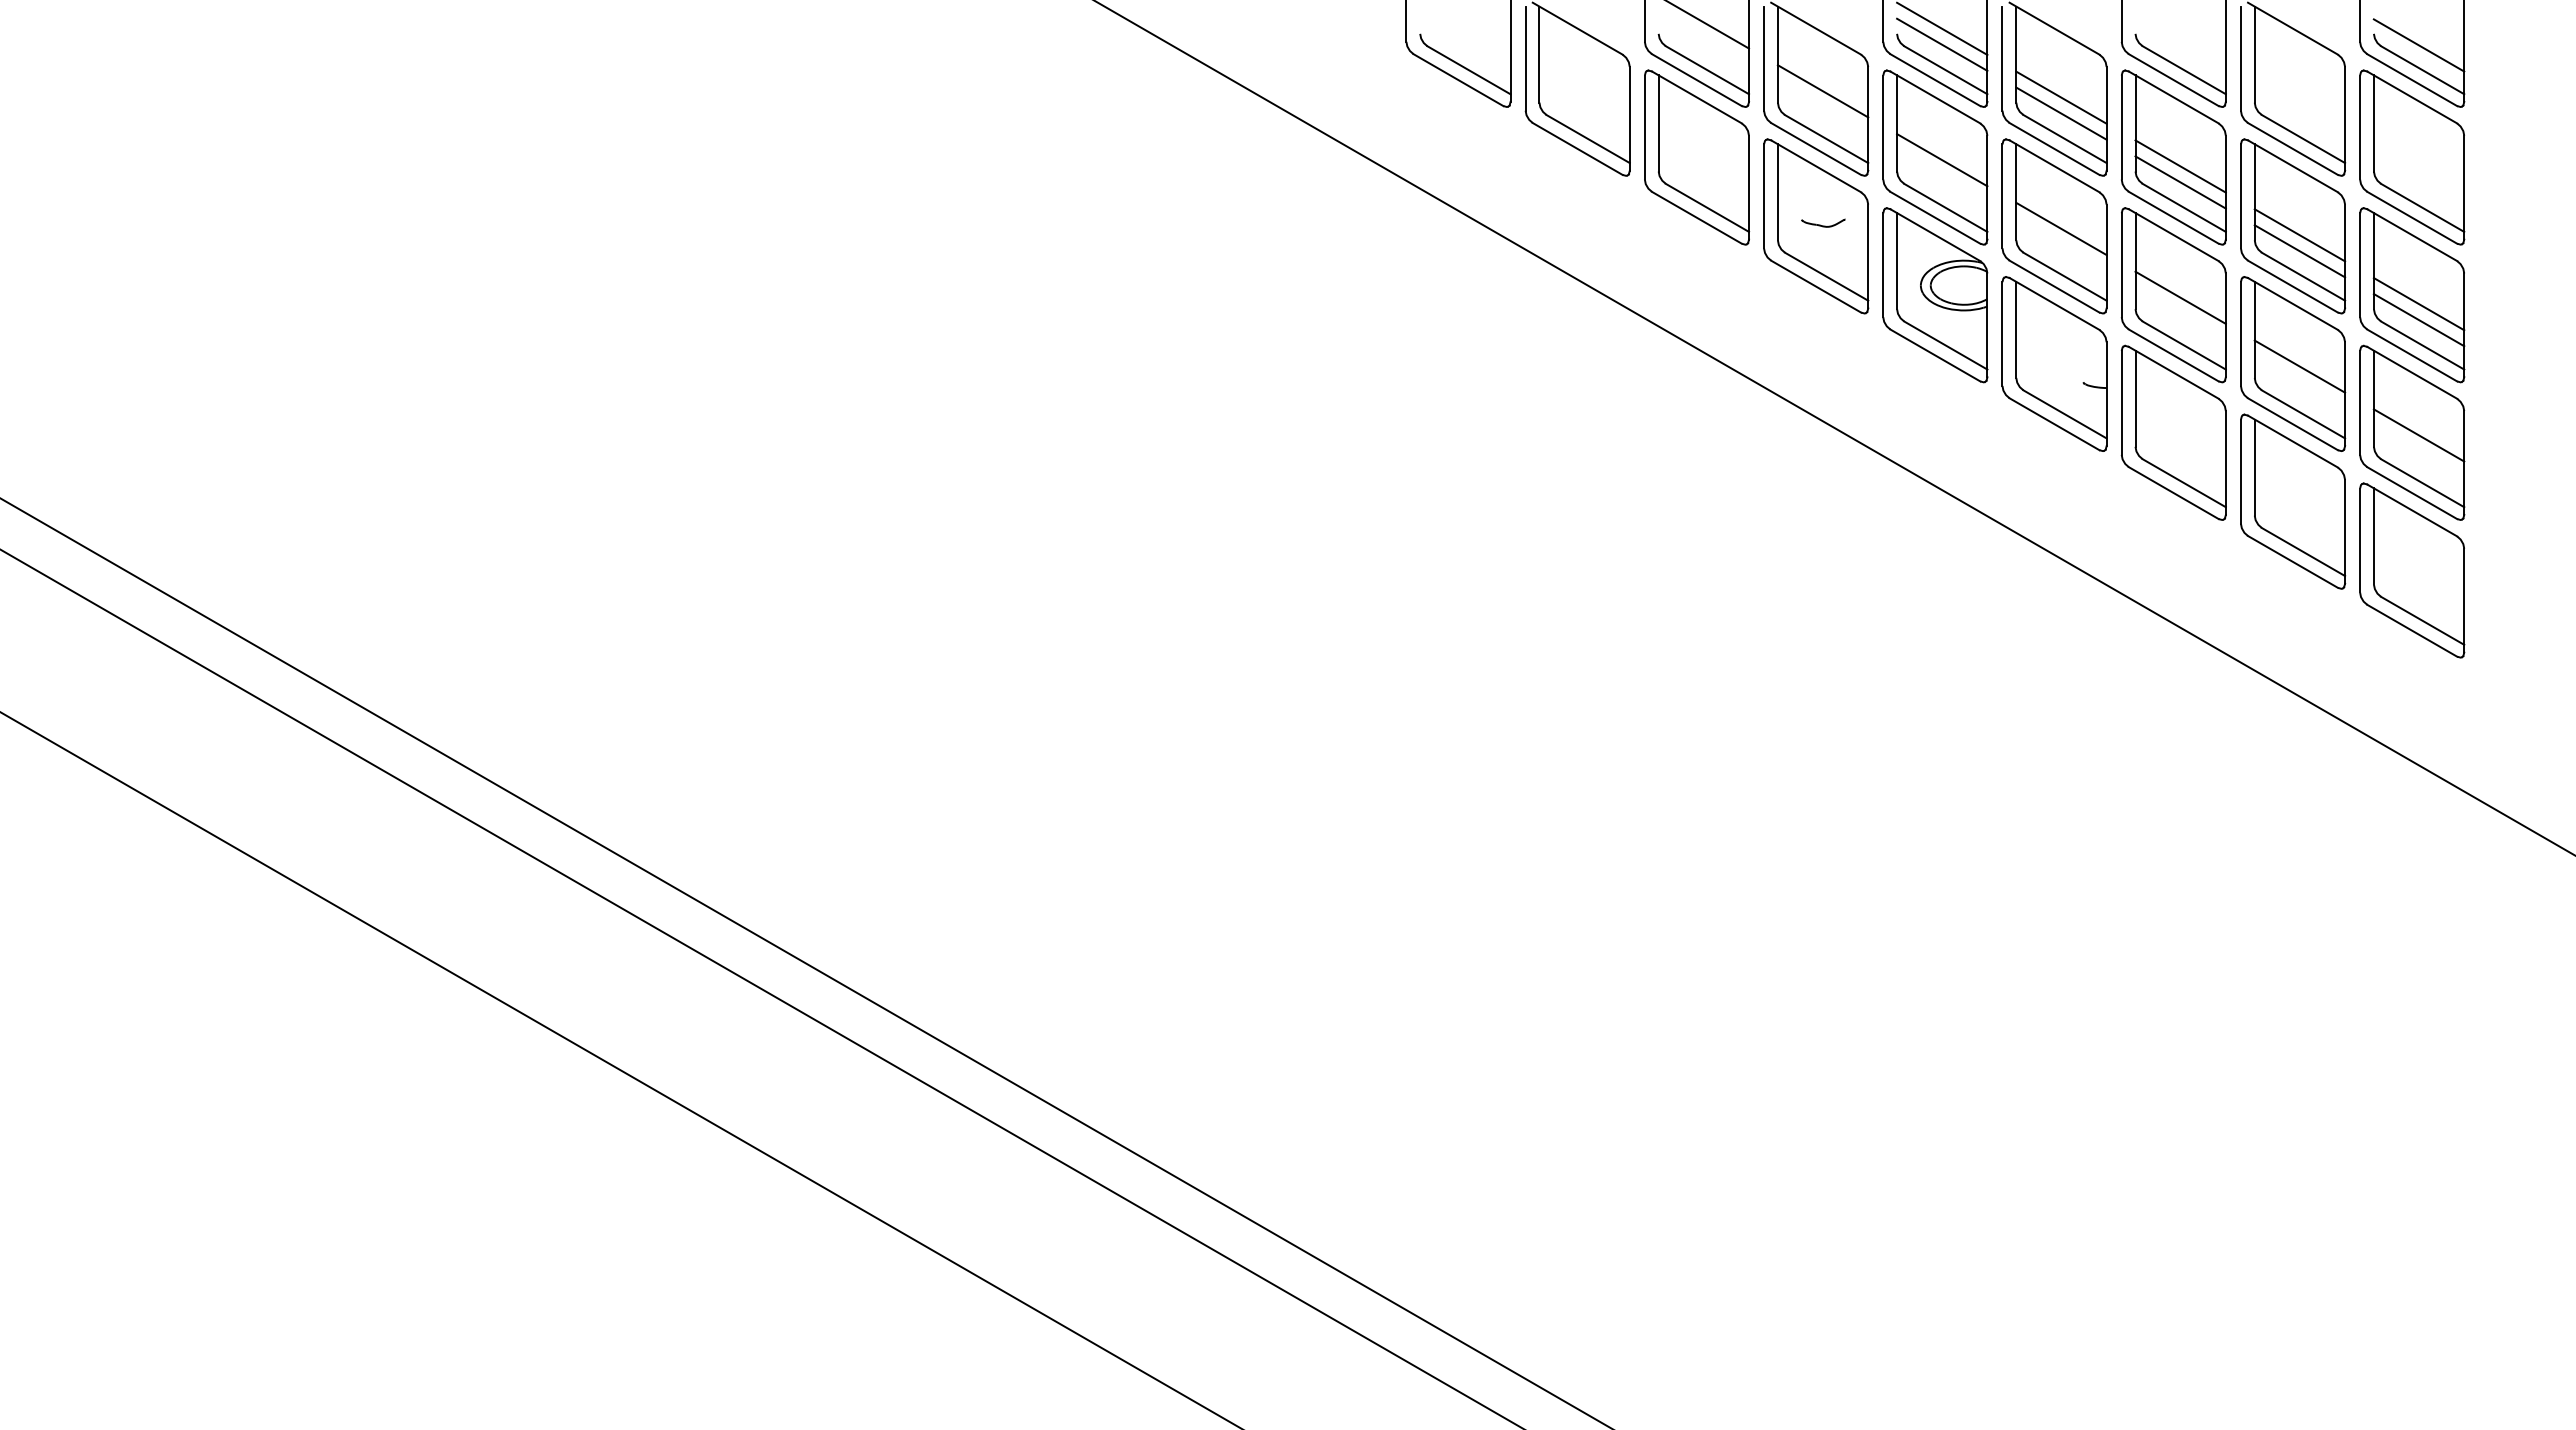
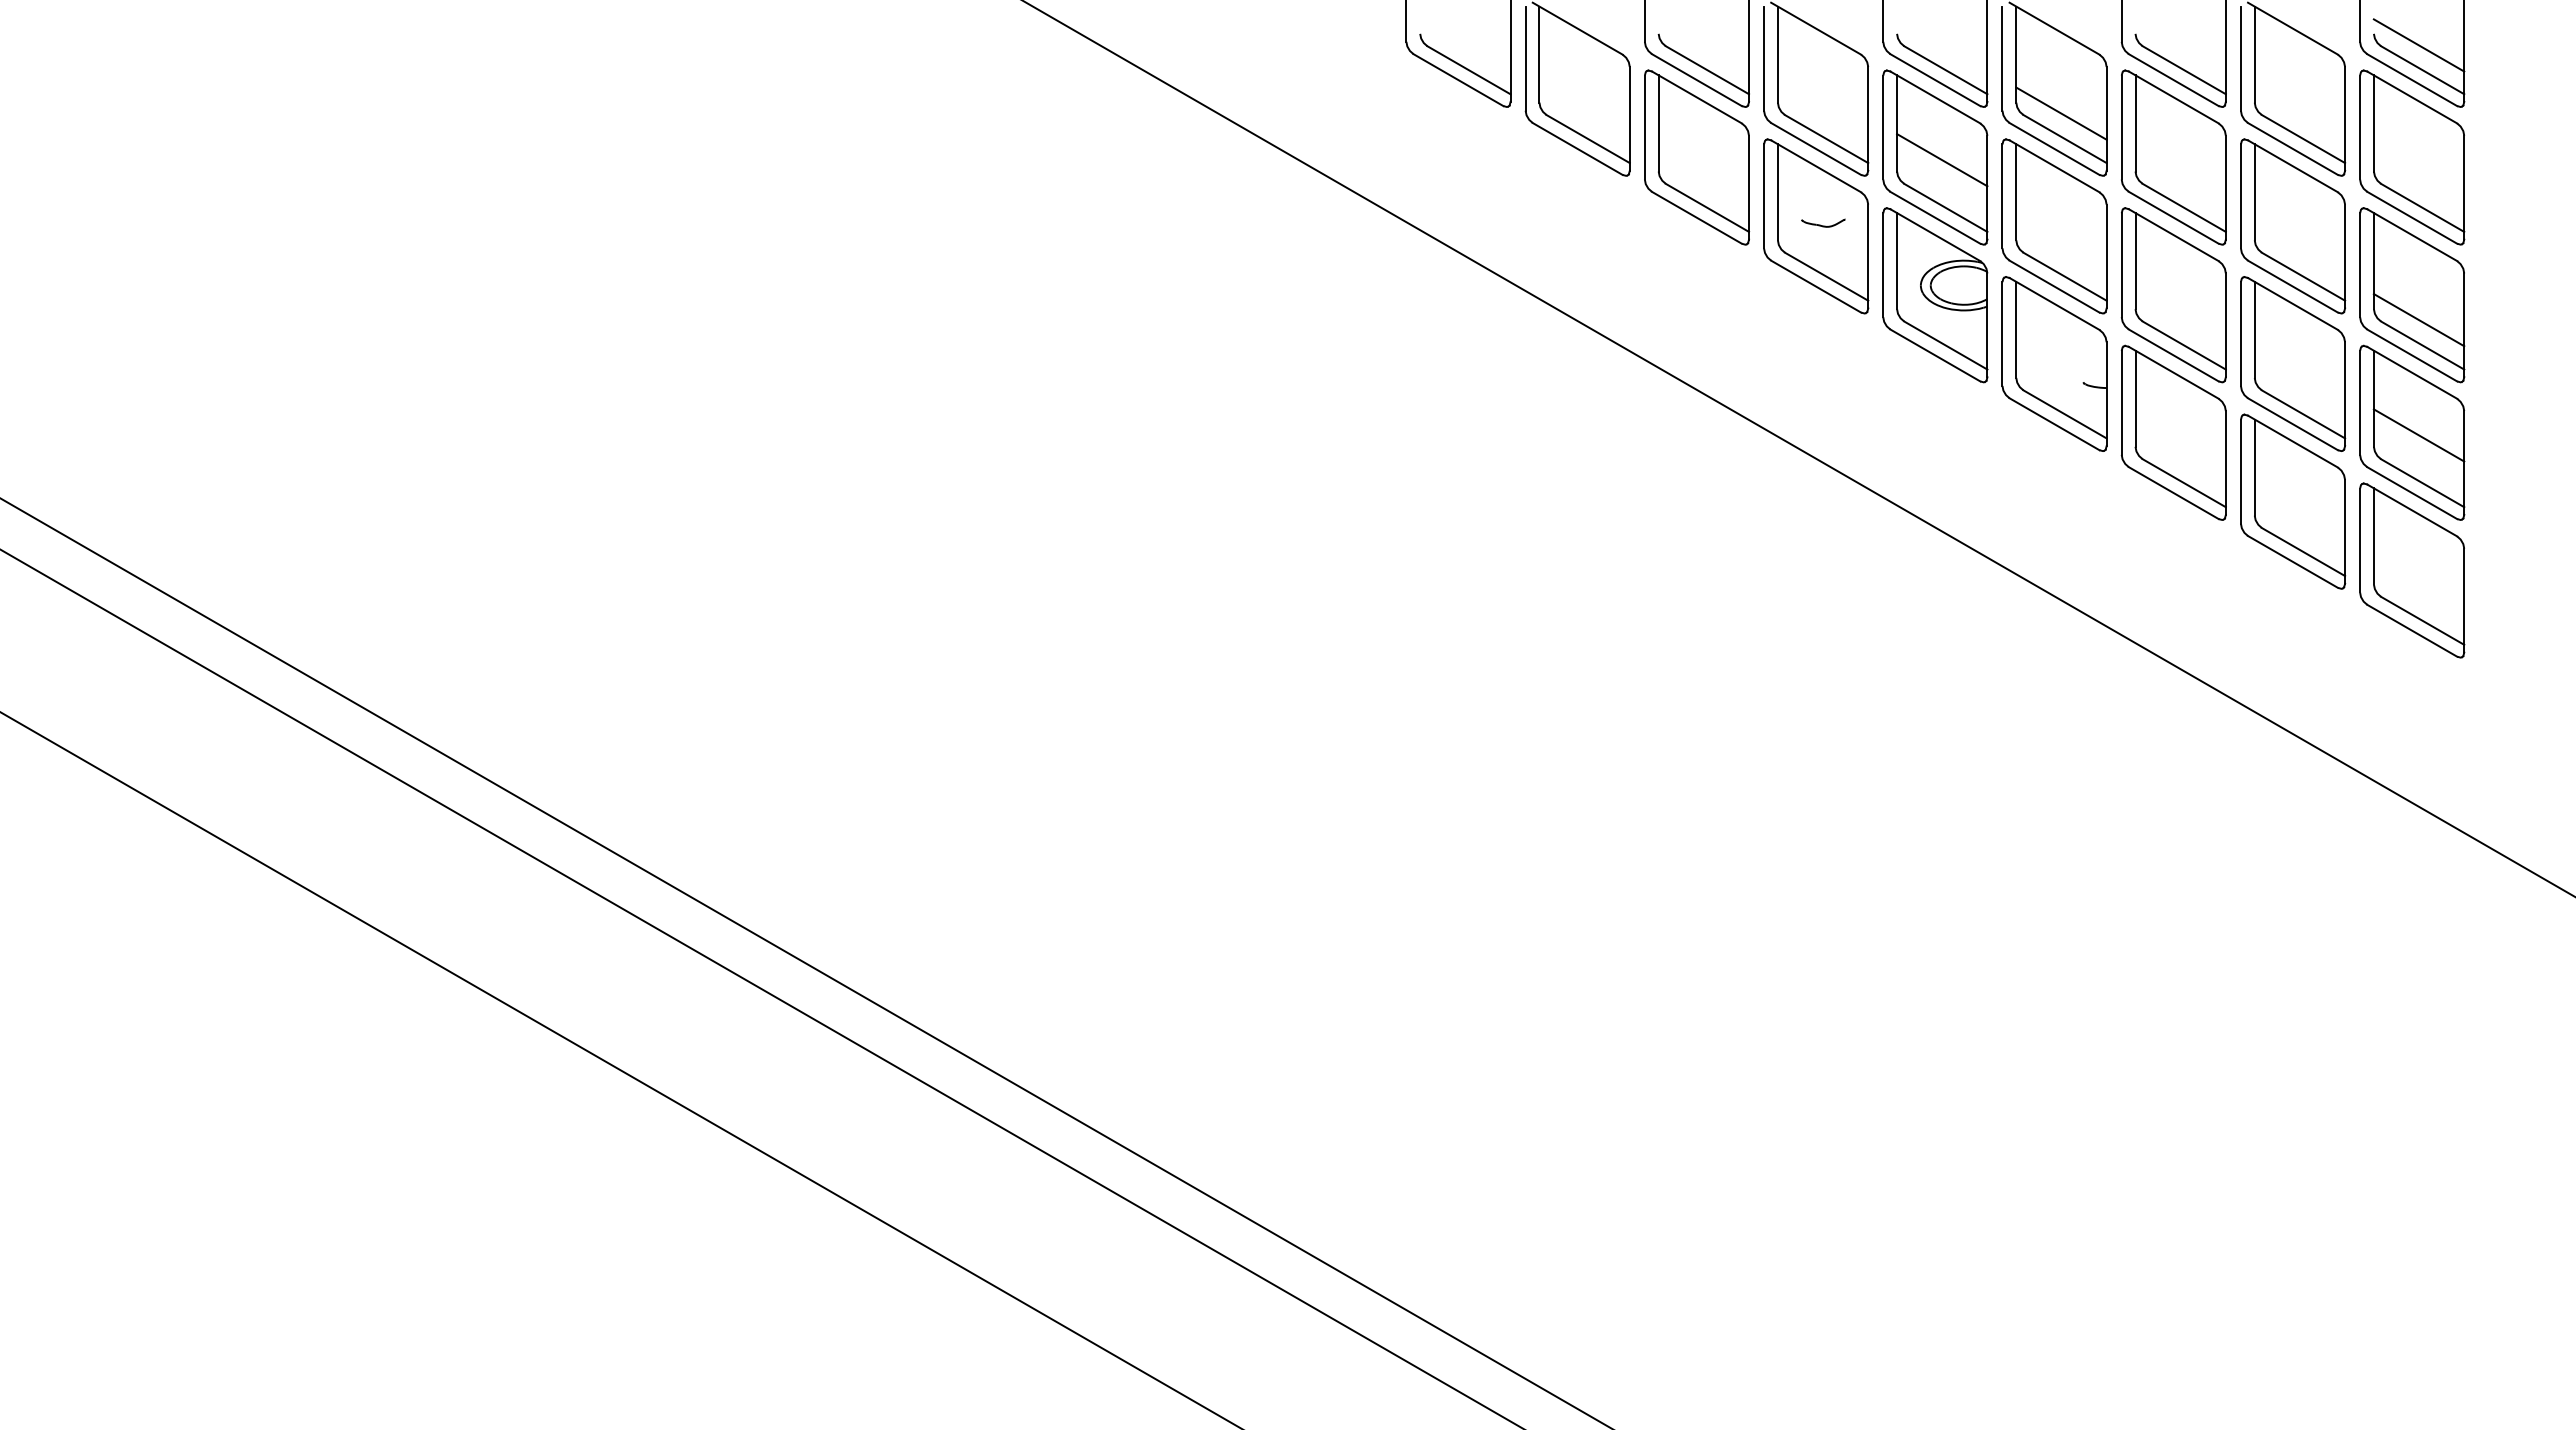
line at (1709, 25): present -> none
line at (1942, 28): present -> none
line at (1942, 44): present -> none
line at (1822, 91): present -> none
line at (2061, 97): present -> none
line at (2180, 166): present -> none
line at (2180, 182): present -> none
line at (2061, 228): present -> none
line at (2299, 235): present -> none
line at (2299, 251): present -> none
line at (2180, 297): present -> none
line at (2418, 304): present -> none
line at (2299, 366): present -> none
line at (1834, 428) position: (1834, 428) -> (1798, 448)
